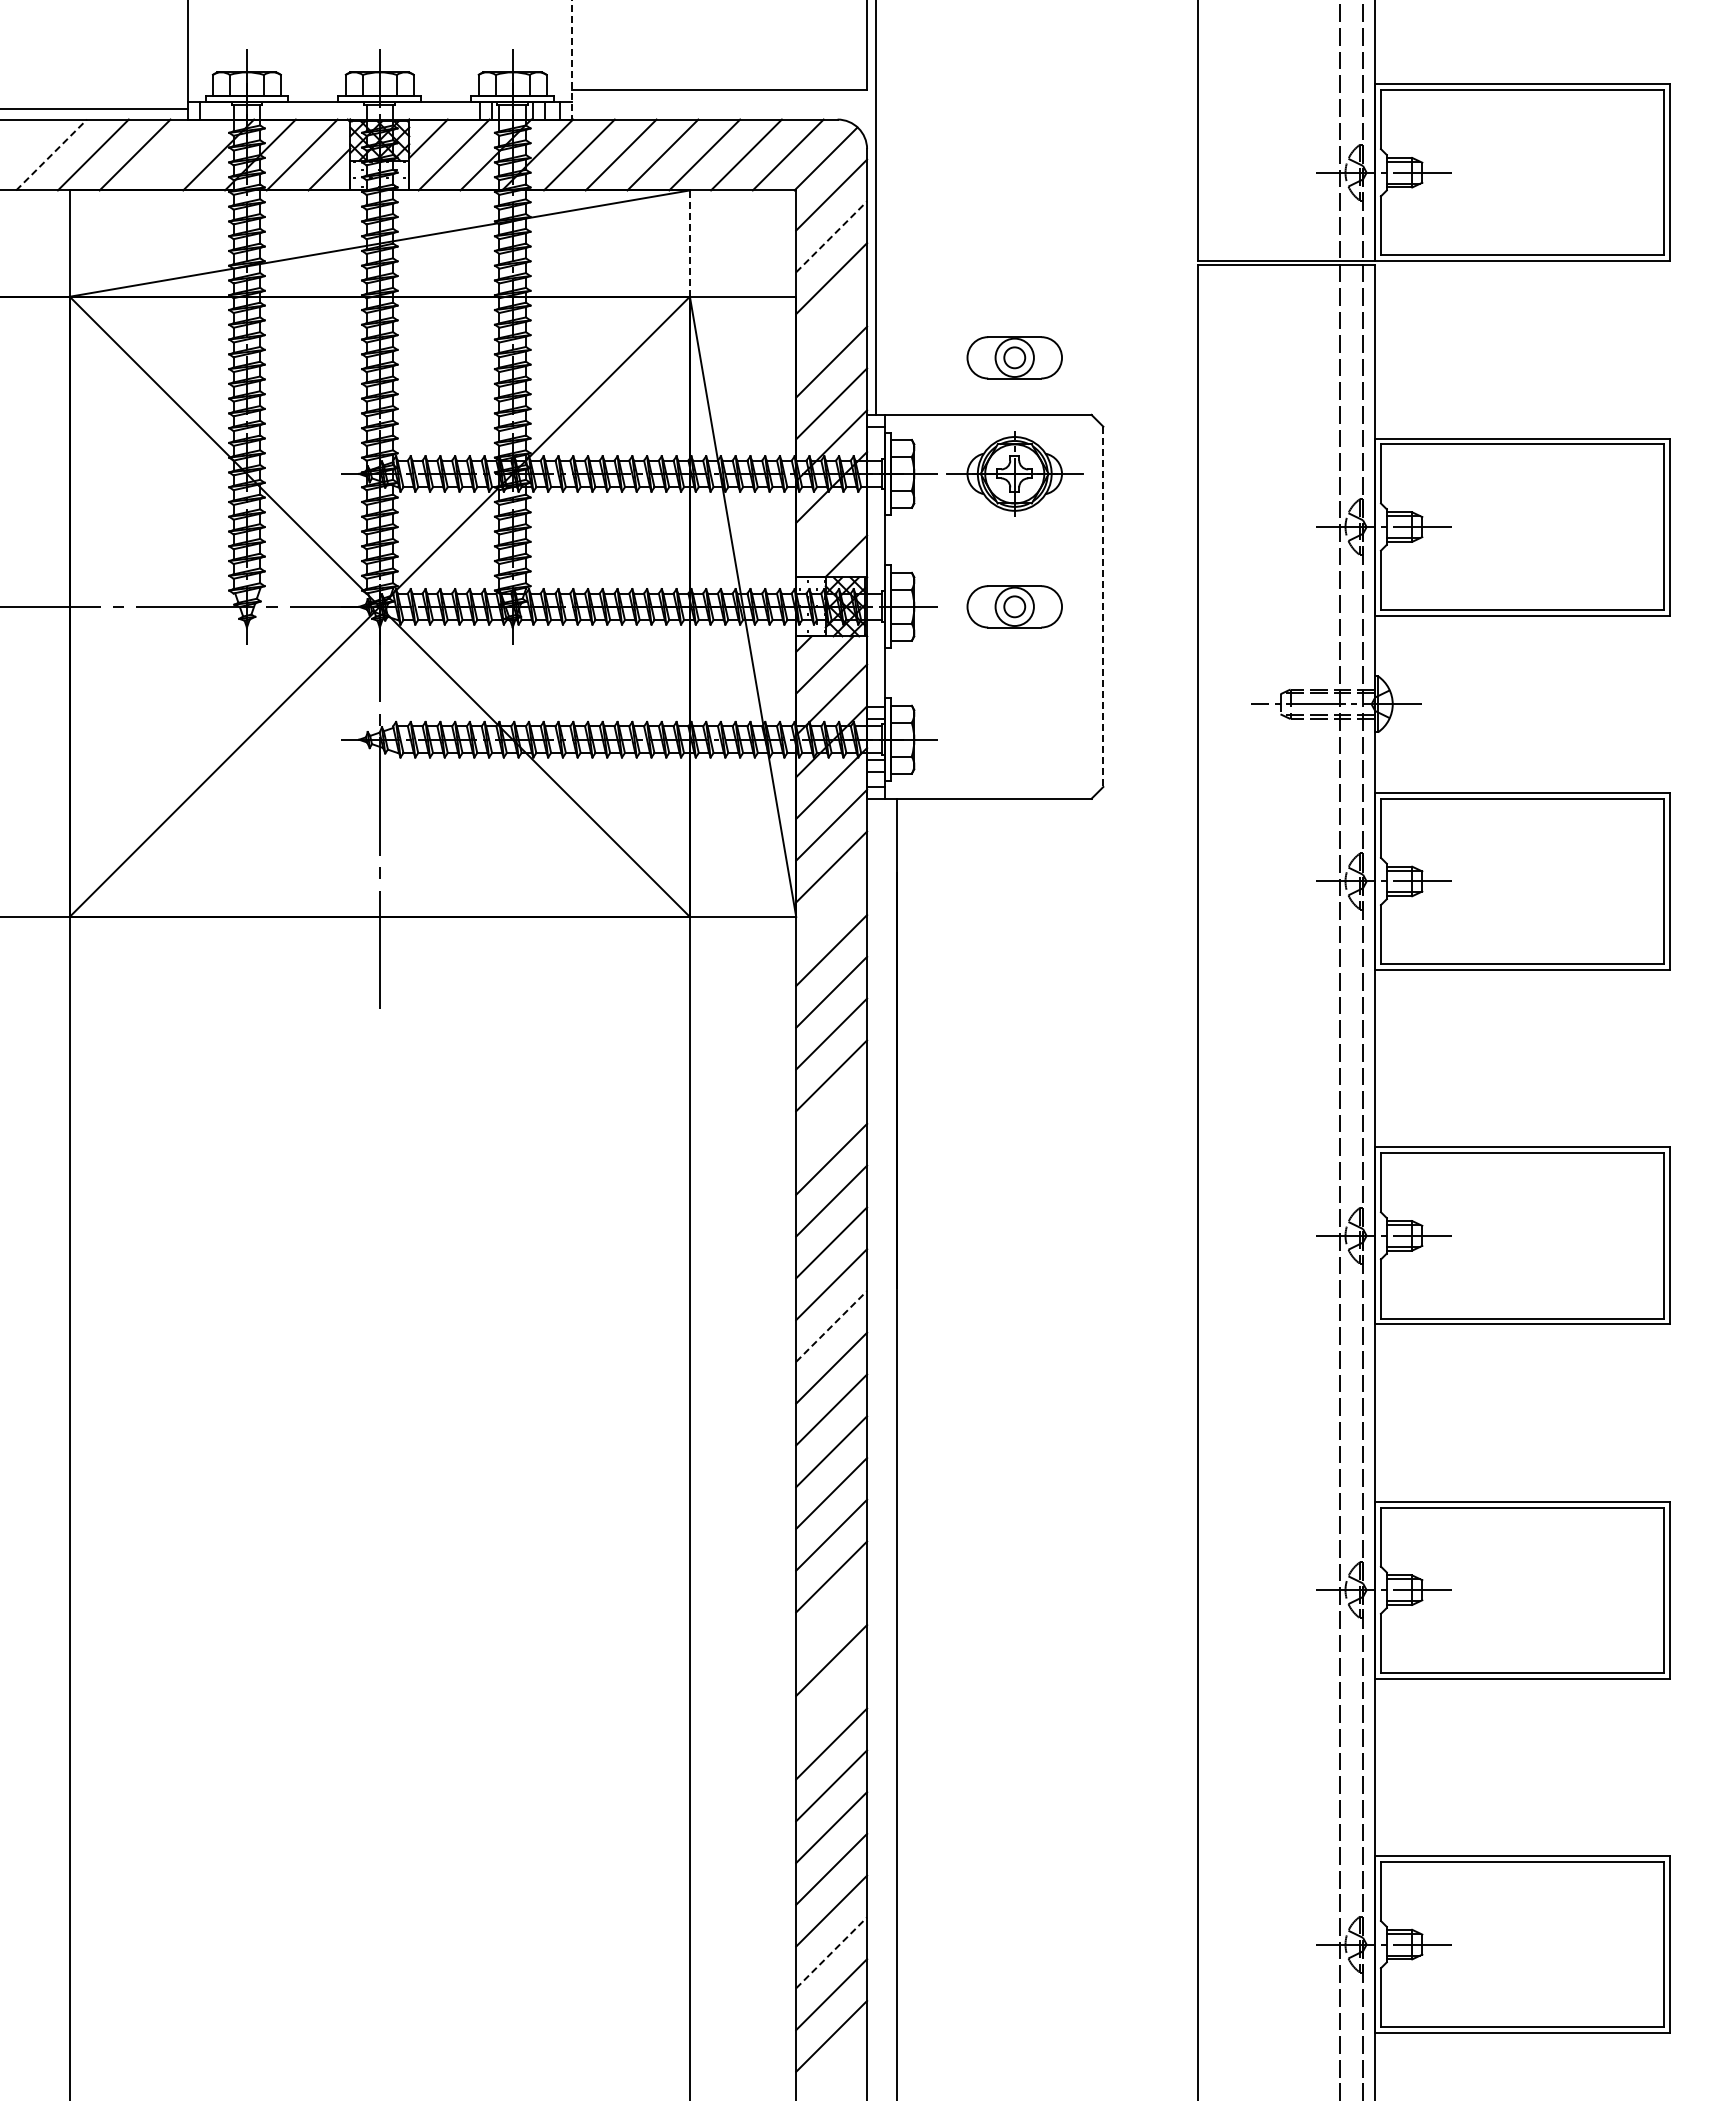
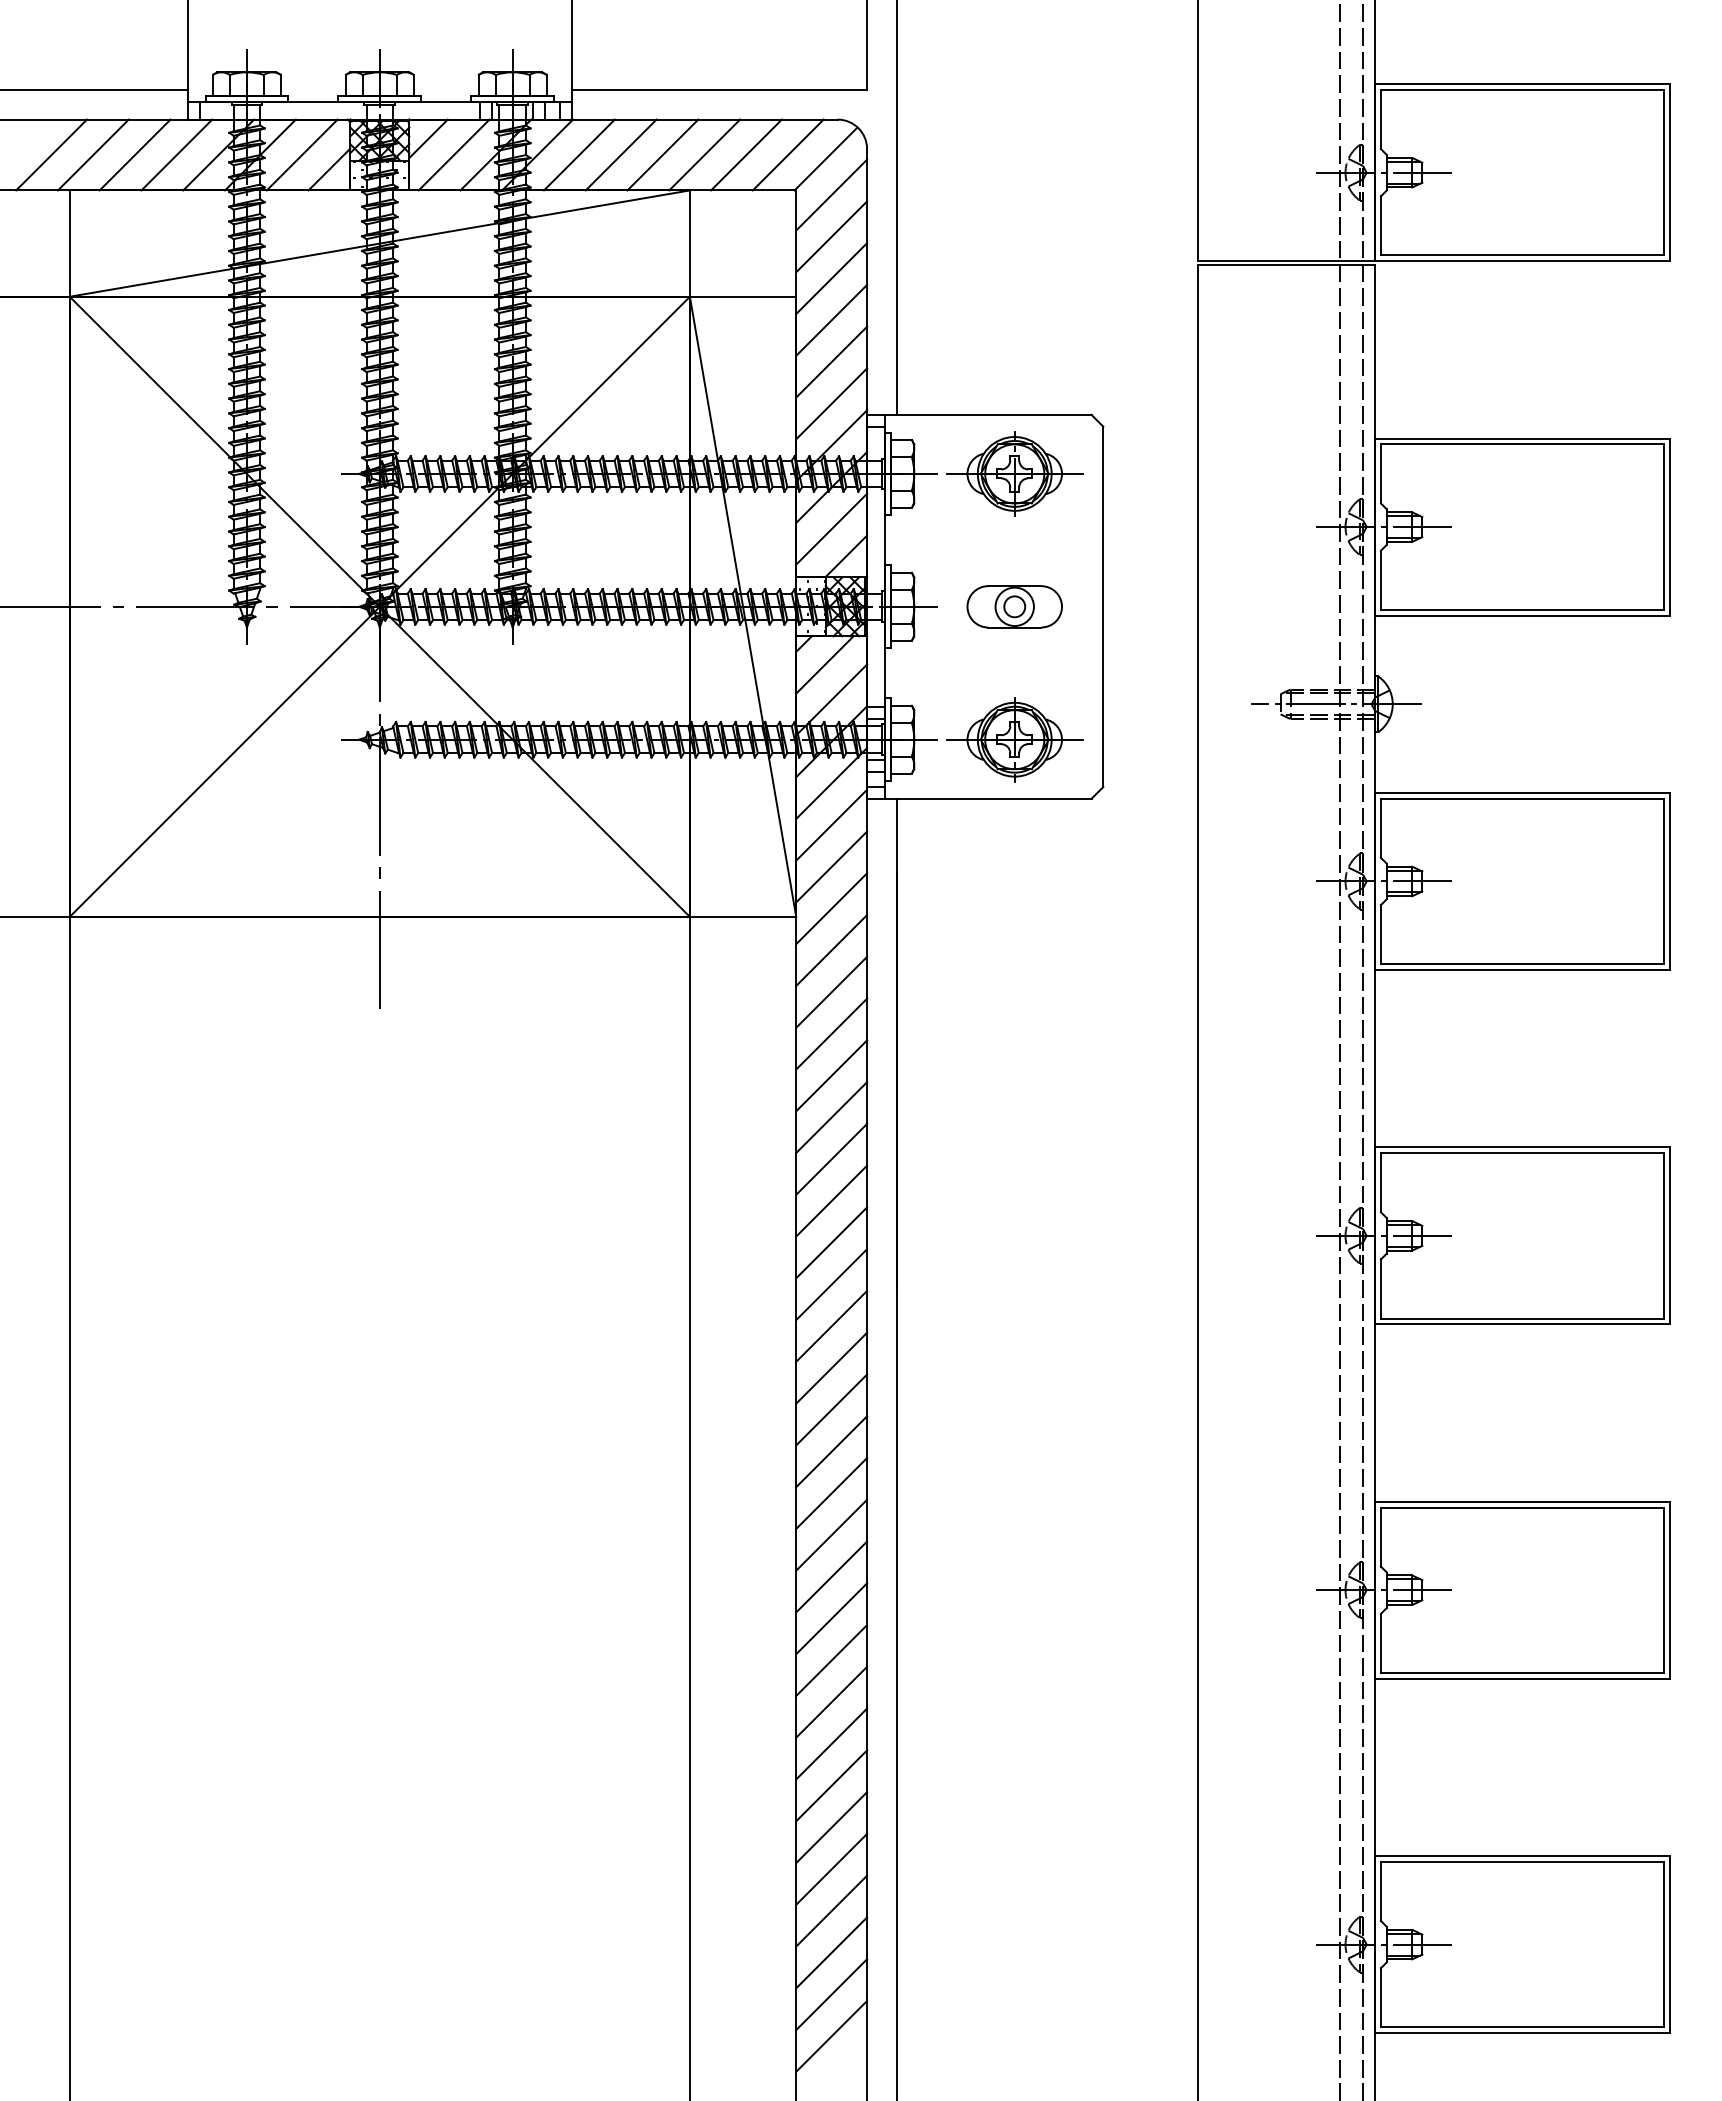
line at (571, 60): dashed -> solid
line at (94, 109) position: (94, 109) -> (94, 90)
line at (51, 154): dashed -> solid
line at (176, 154): none -> present
line at (875, 208) position: (875, 208) -> (896, 208)
line at (832, 236): dashed -> solid
line at (689, 243): dashed -> solid
line at (831, 319): none -> present
part at (1014, 357): present -> none
line at (831, 528): none -> present
line at (1103, 607): dashed -> solid
part at (1014, 739): none -> present
line at (831, 908): none -> present
line at (831, 1117): none -> present
line at (832, 1326): dashed -> solid
line at (831, 1618): none -> present
line at (831, 1701): none -> present
line at (832, 1952): dashed -> solid
